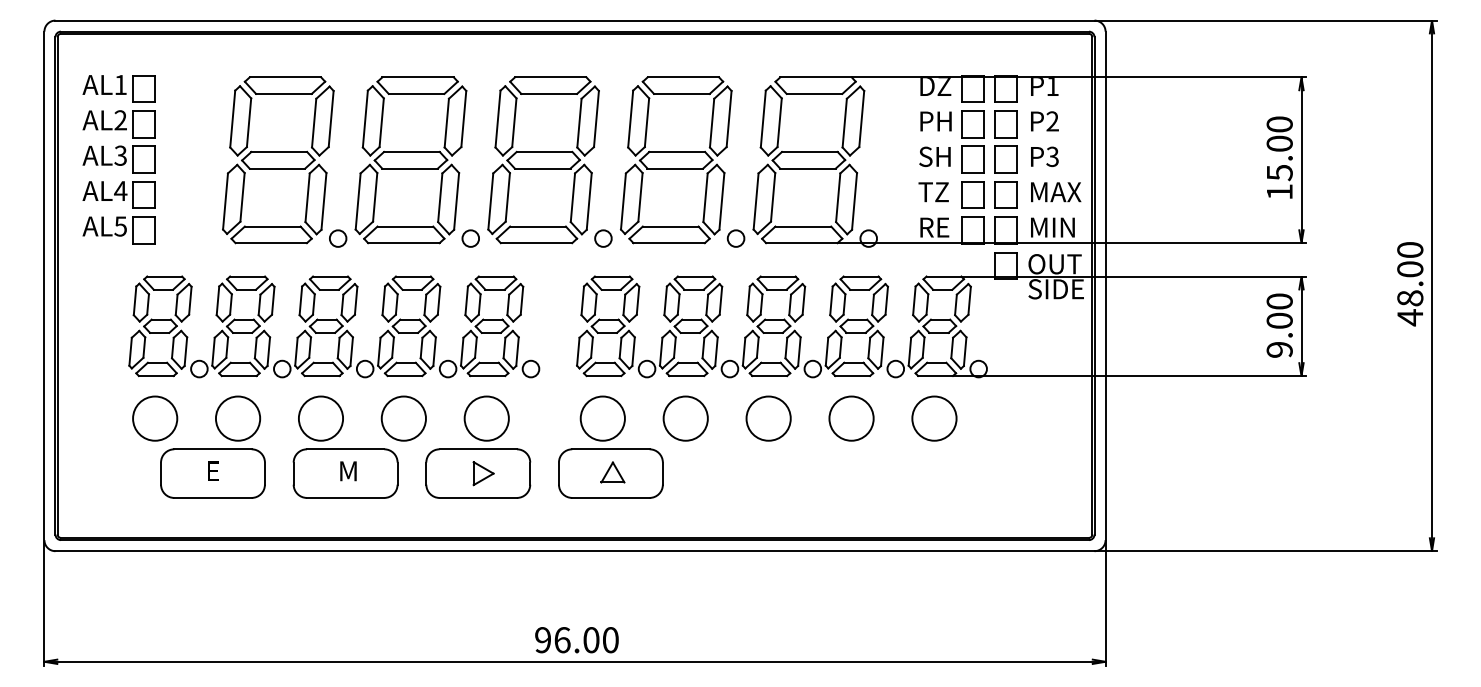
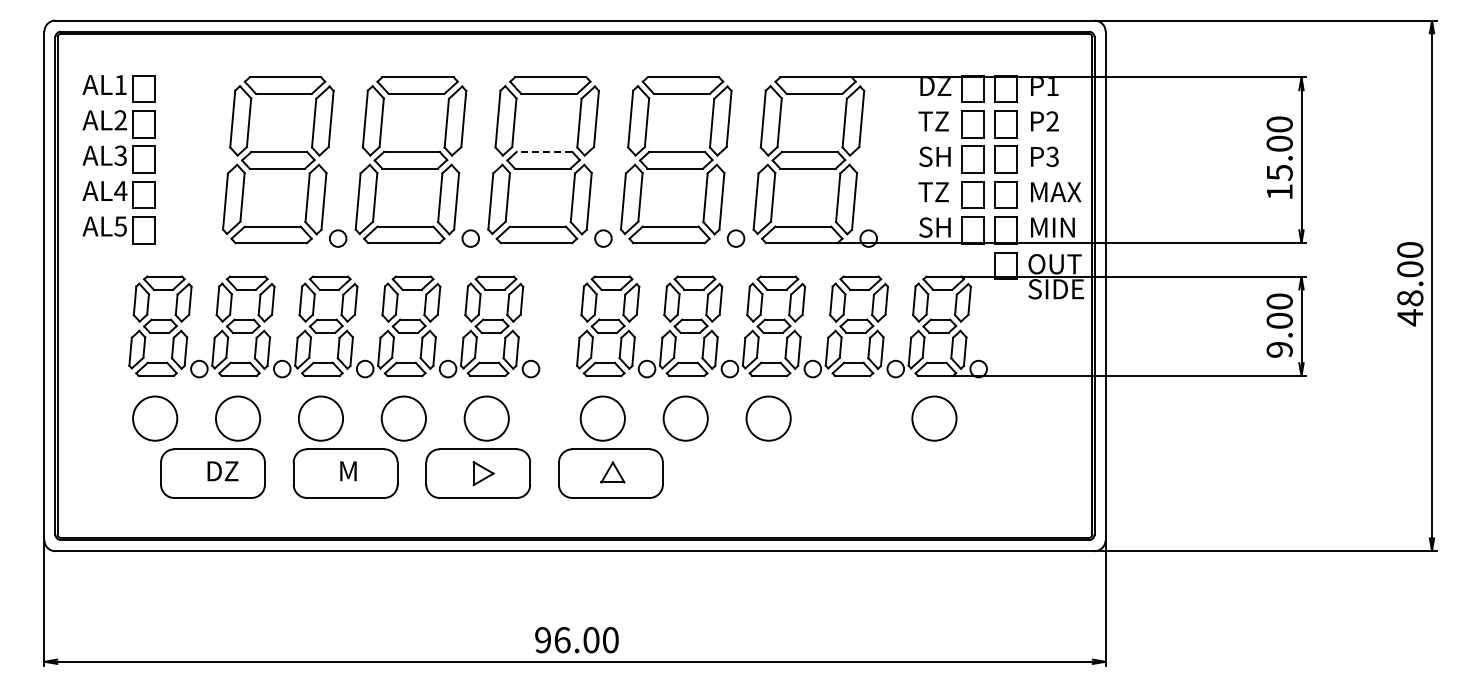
text at (934, 121): PH -> TZ
line at (544, 151): solid -> dashed
text at (934, 227): RE -> SH
circle at (851, 418): present -> none
text at (222, 471): E -> DZ
